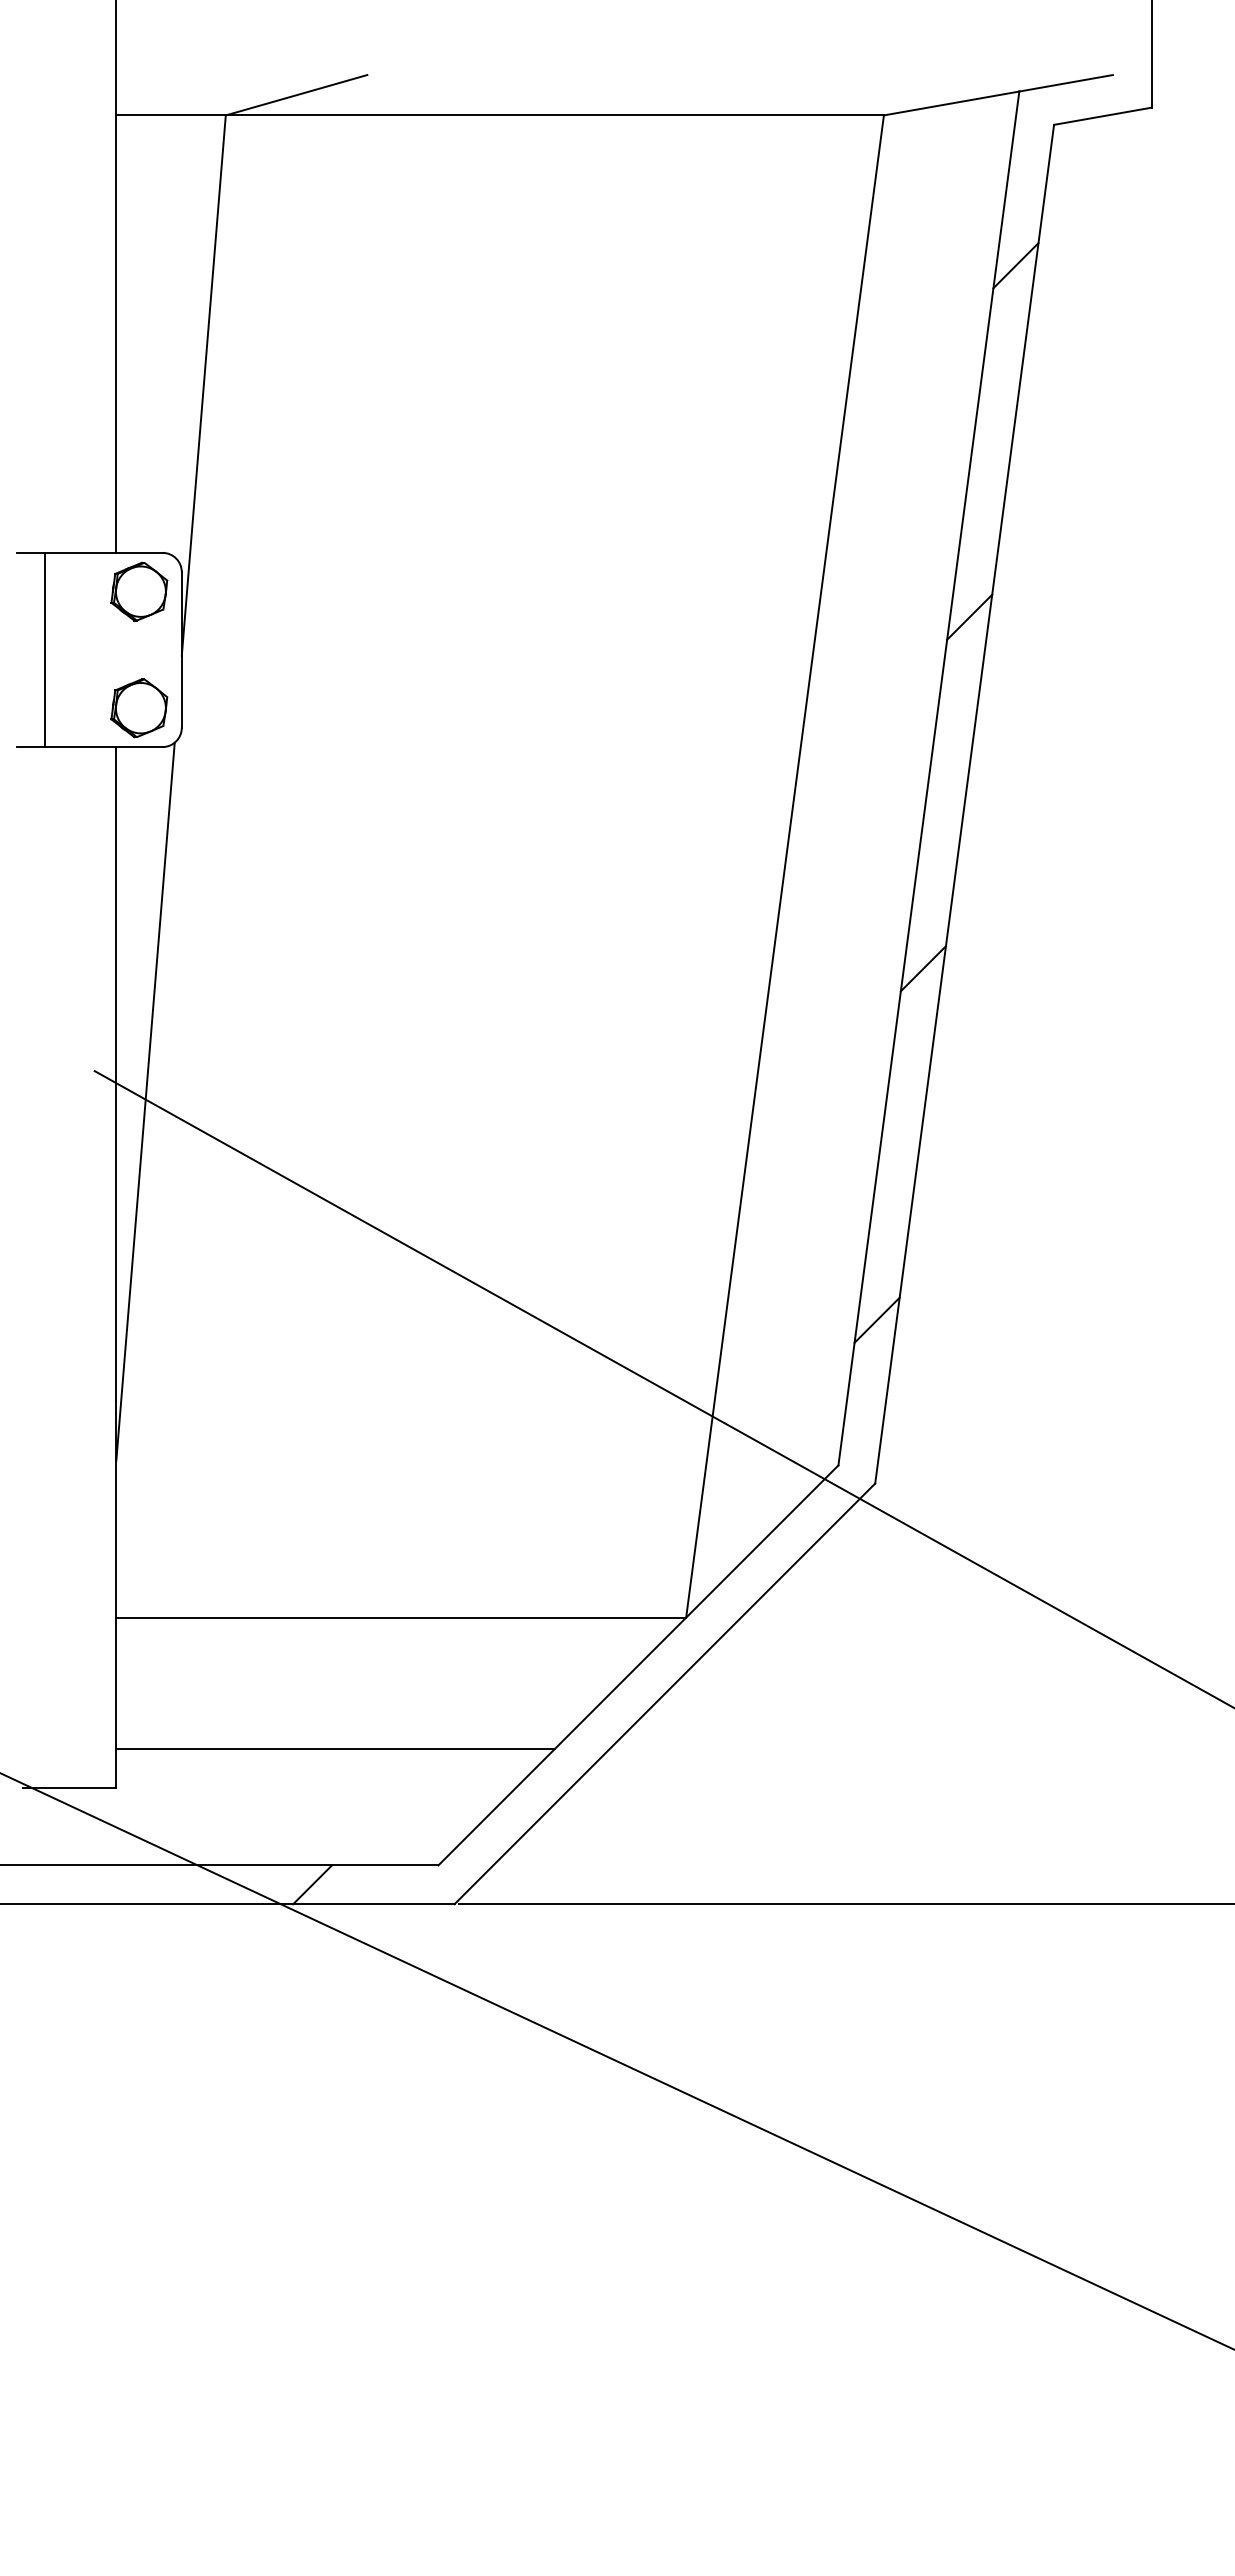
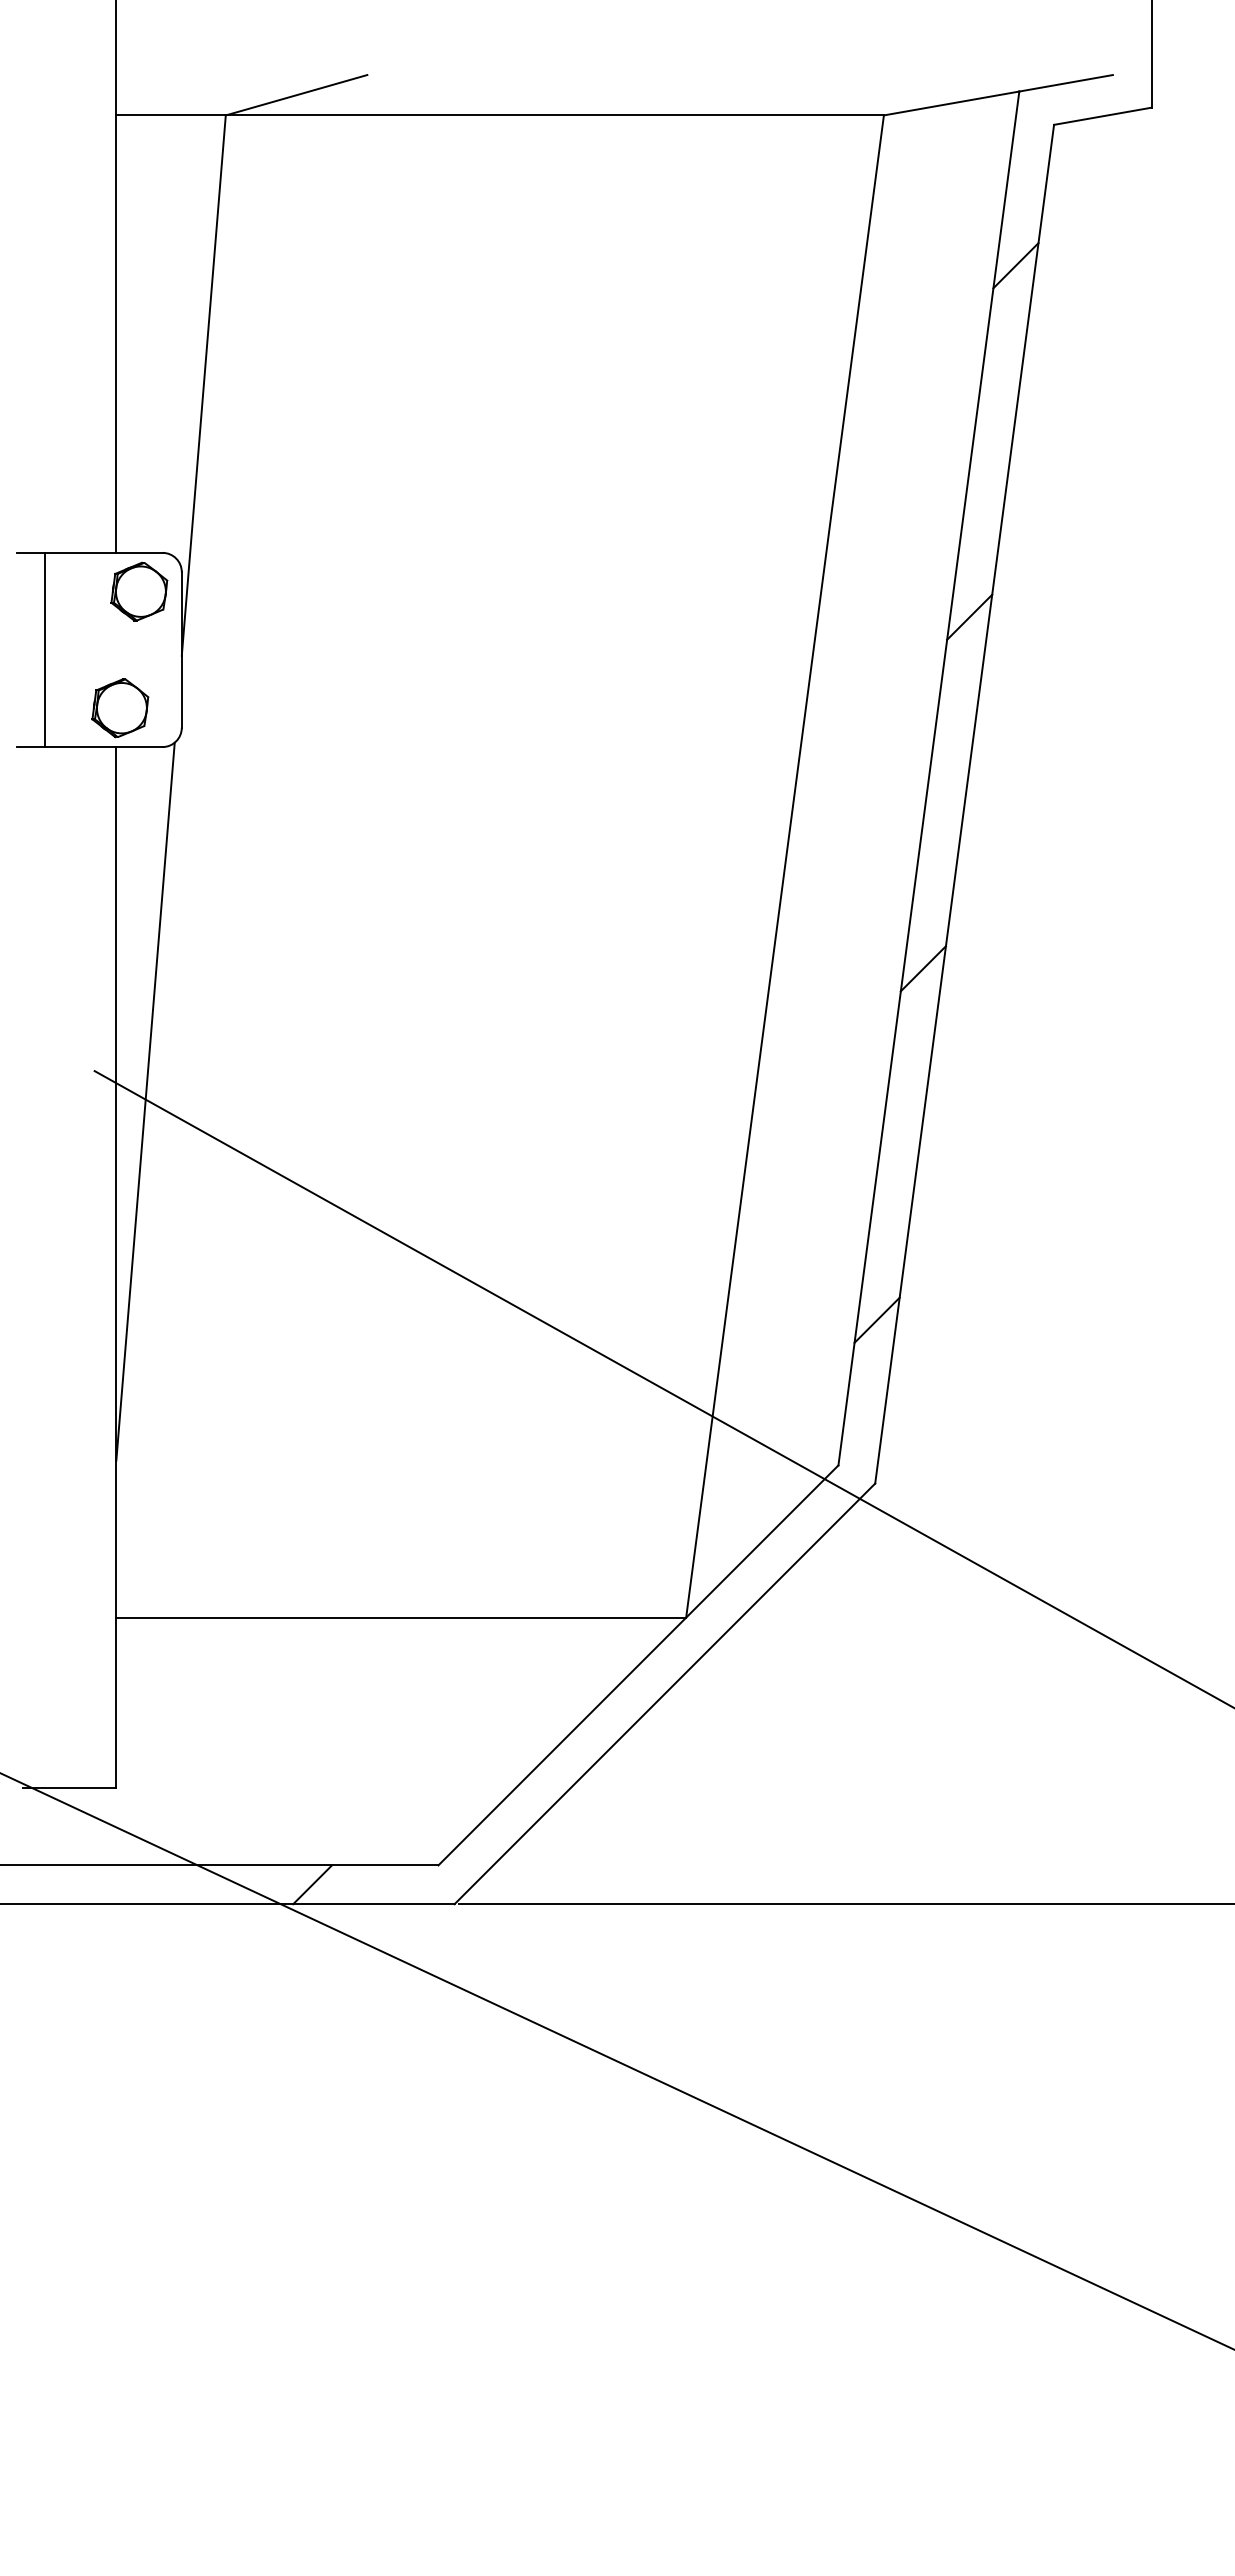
part at (139, 708) position: (139, 708) -> (120, 708)
line at (335, 1748): present -> none
